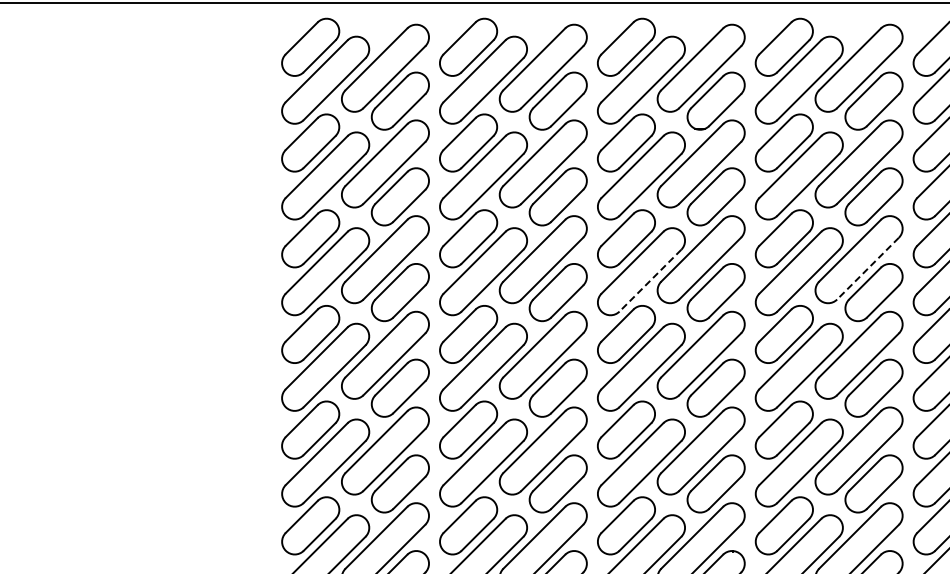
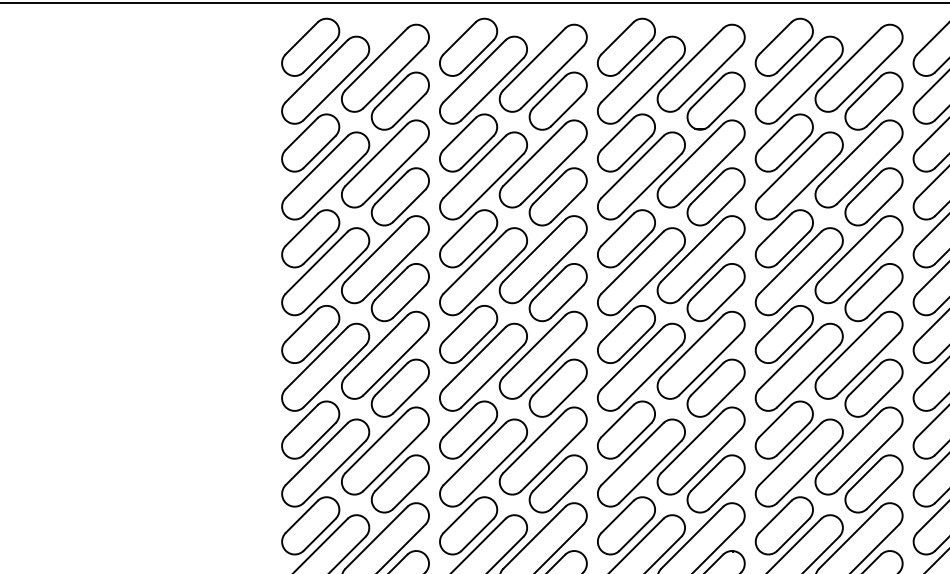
line at (868, 268): dashed -> solid
line at (650, 280): dashed -> solid
